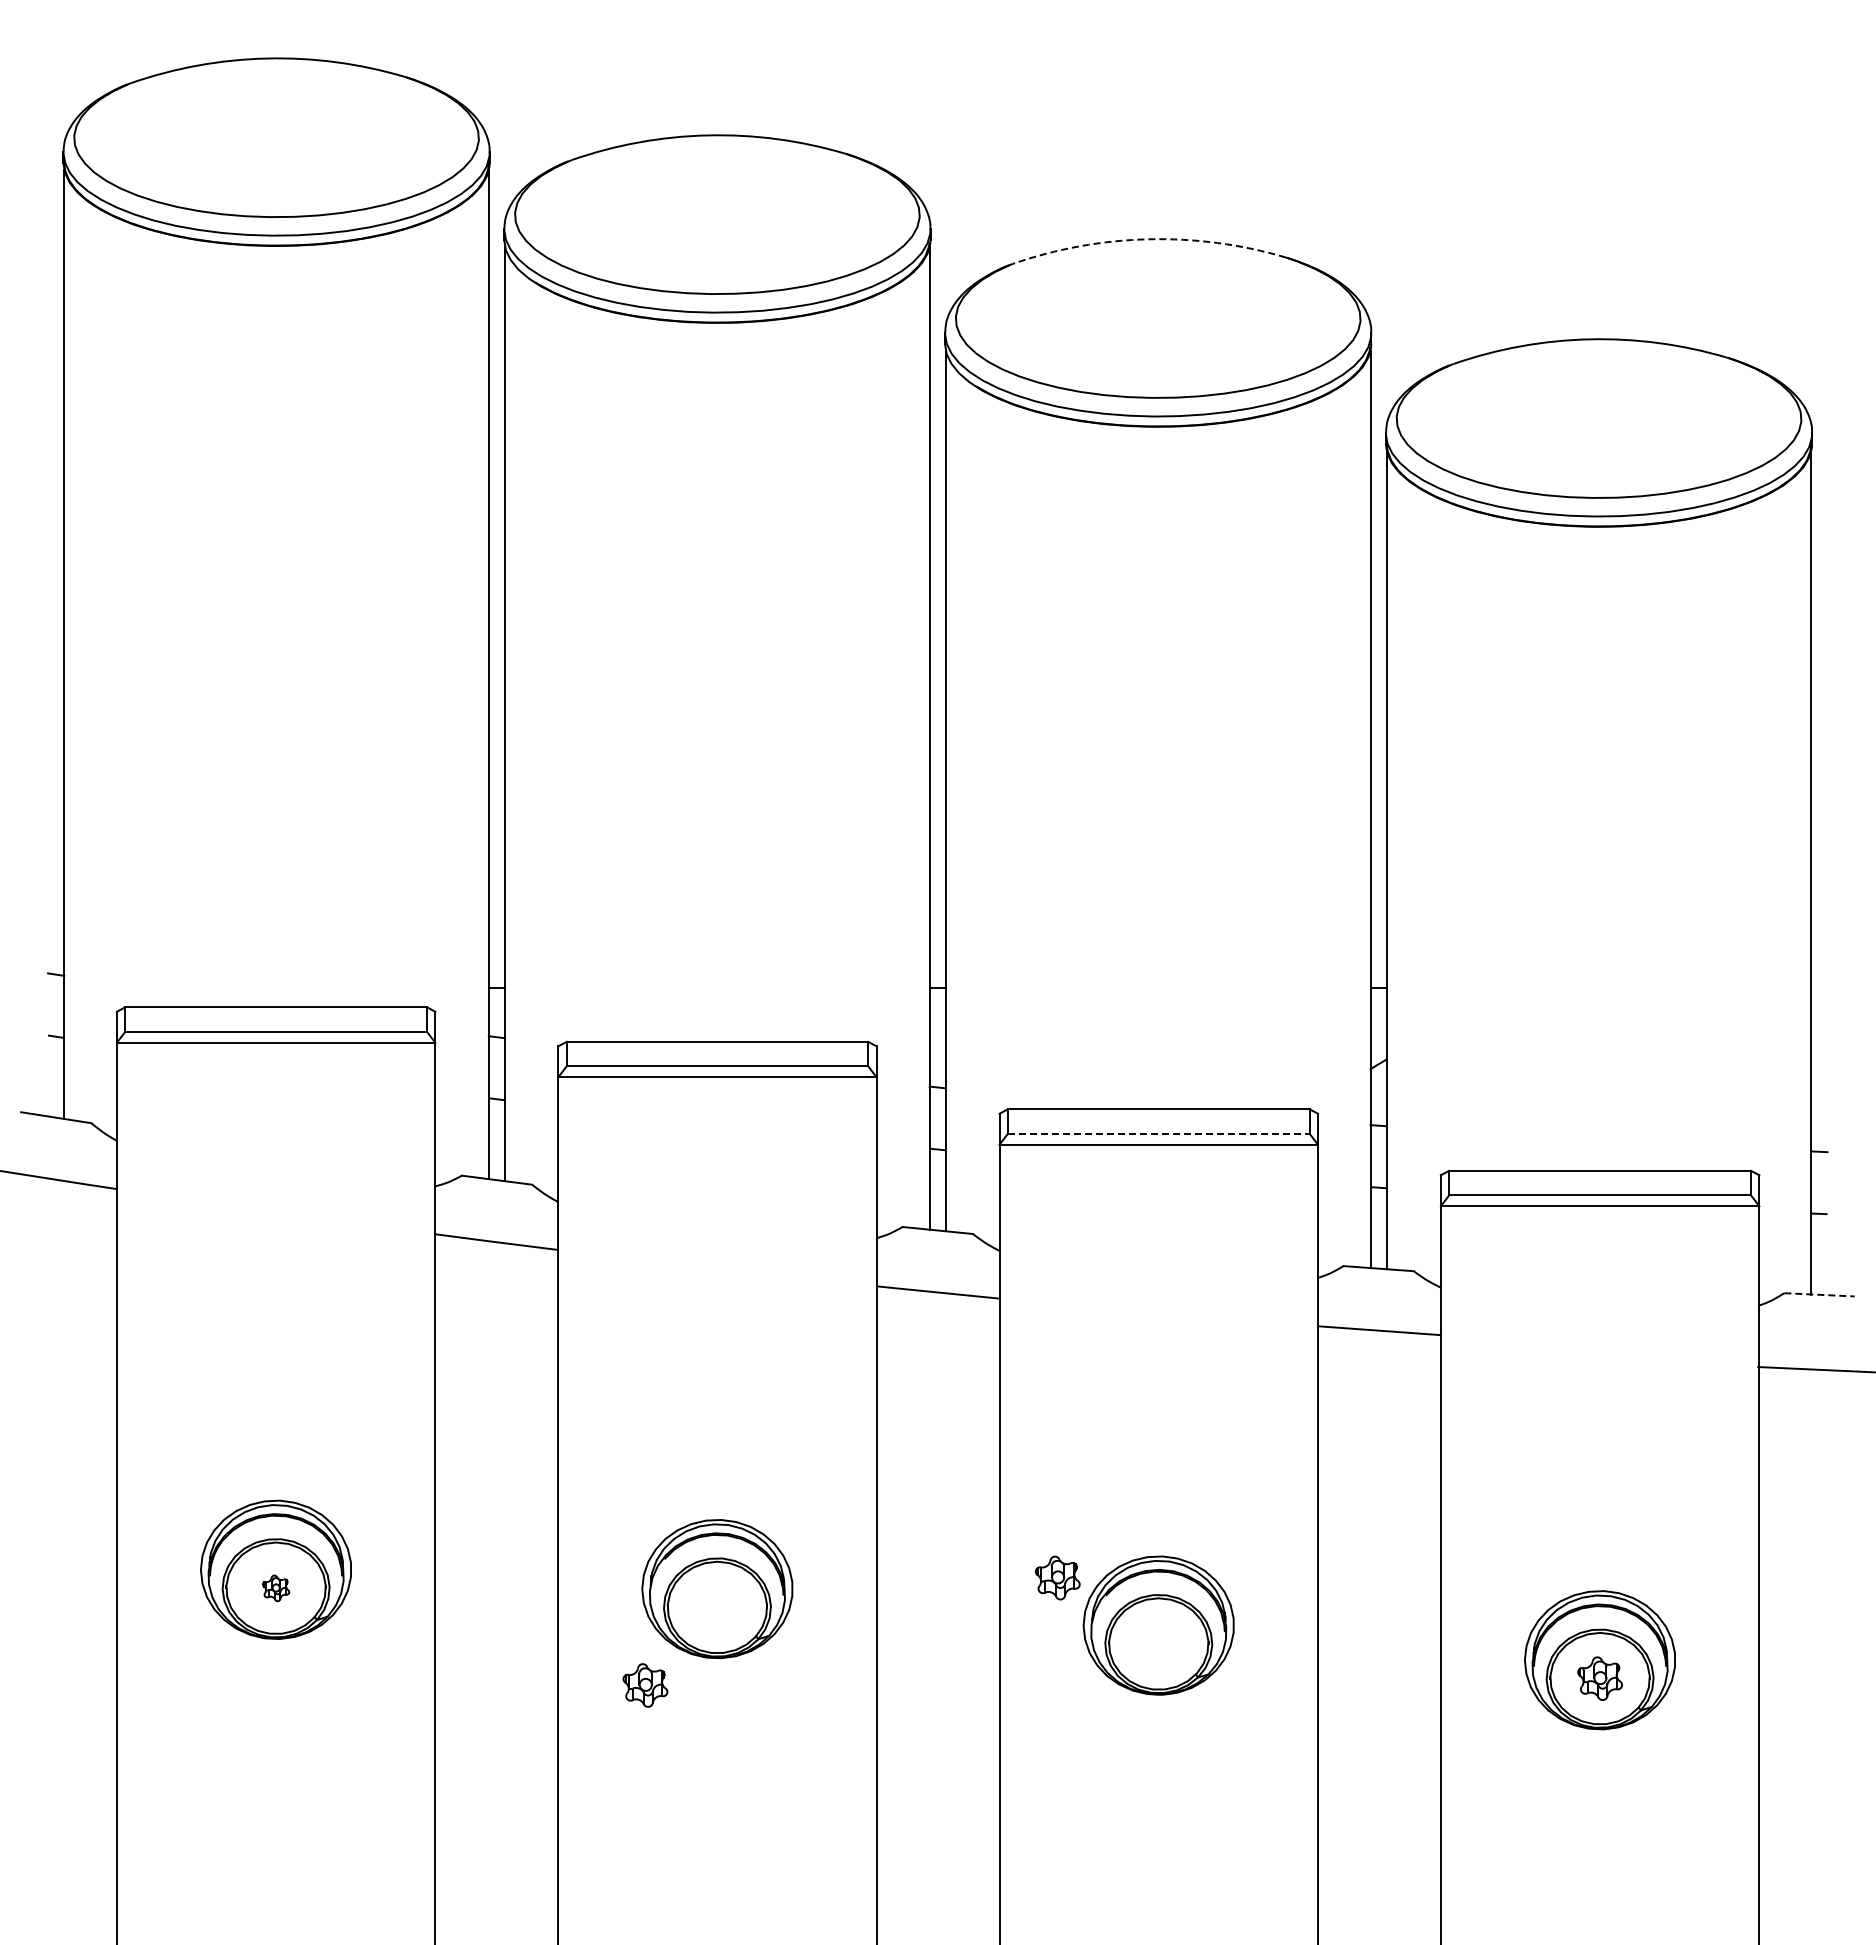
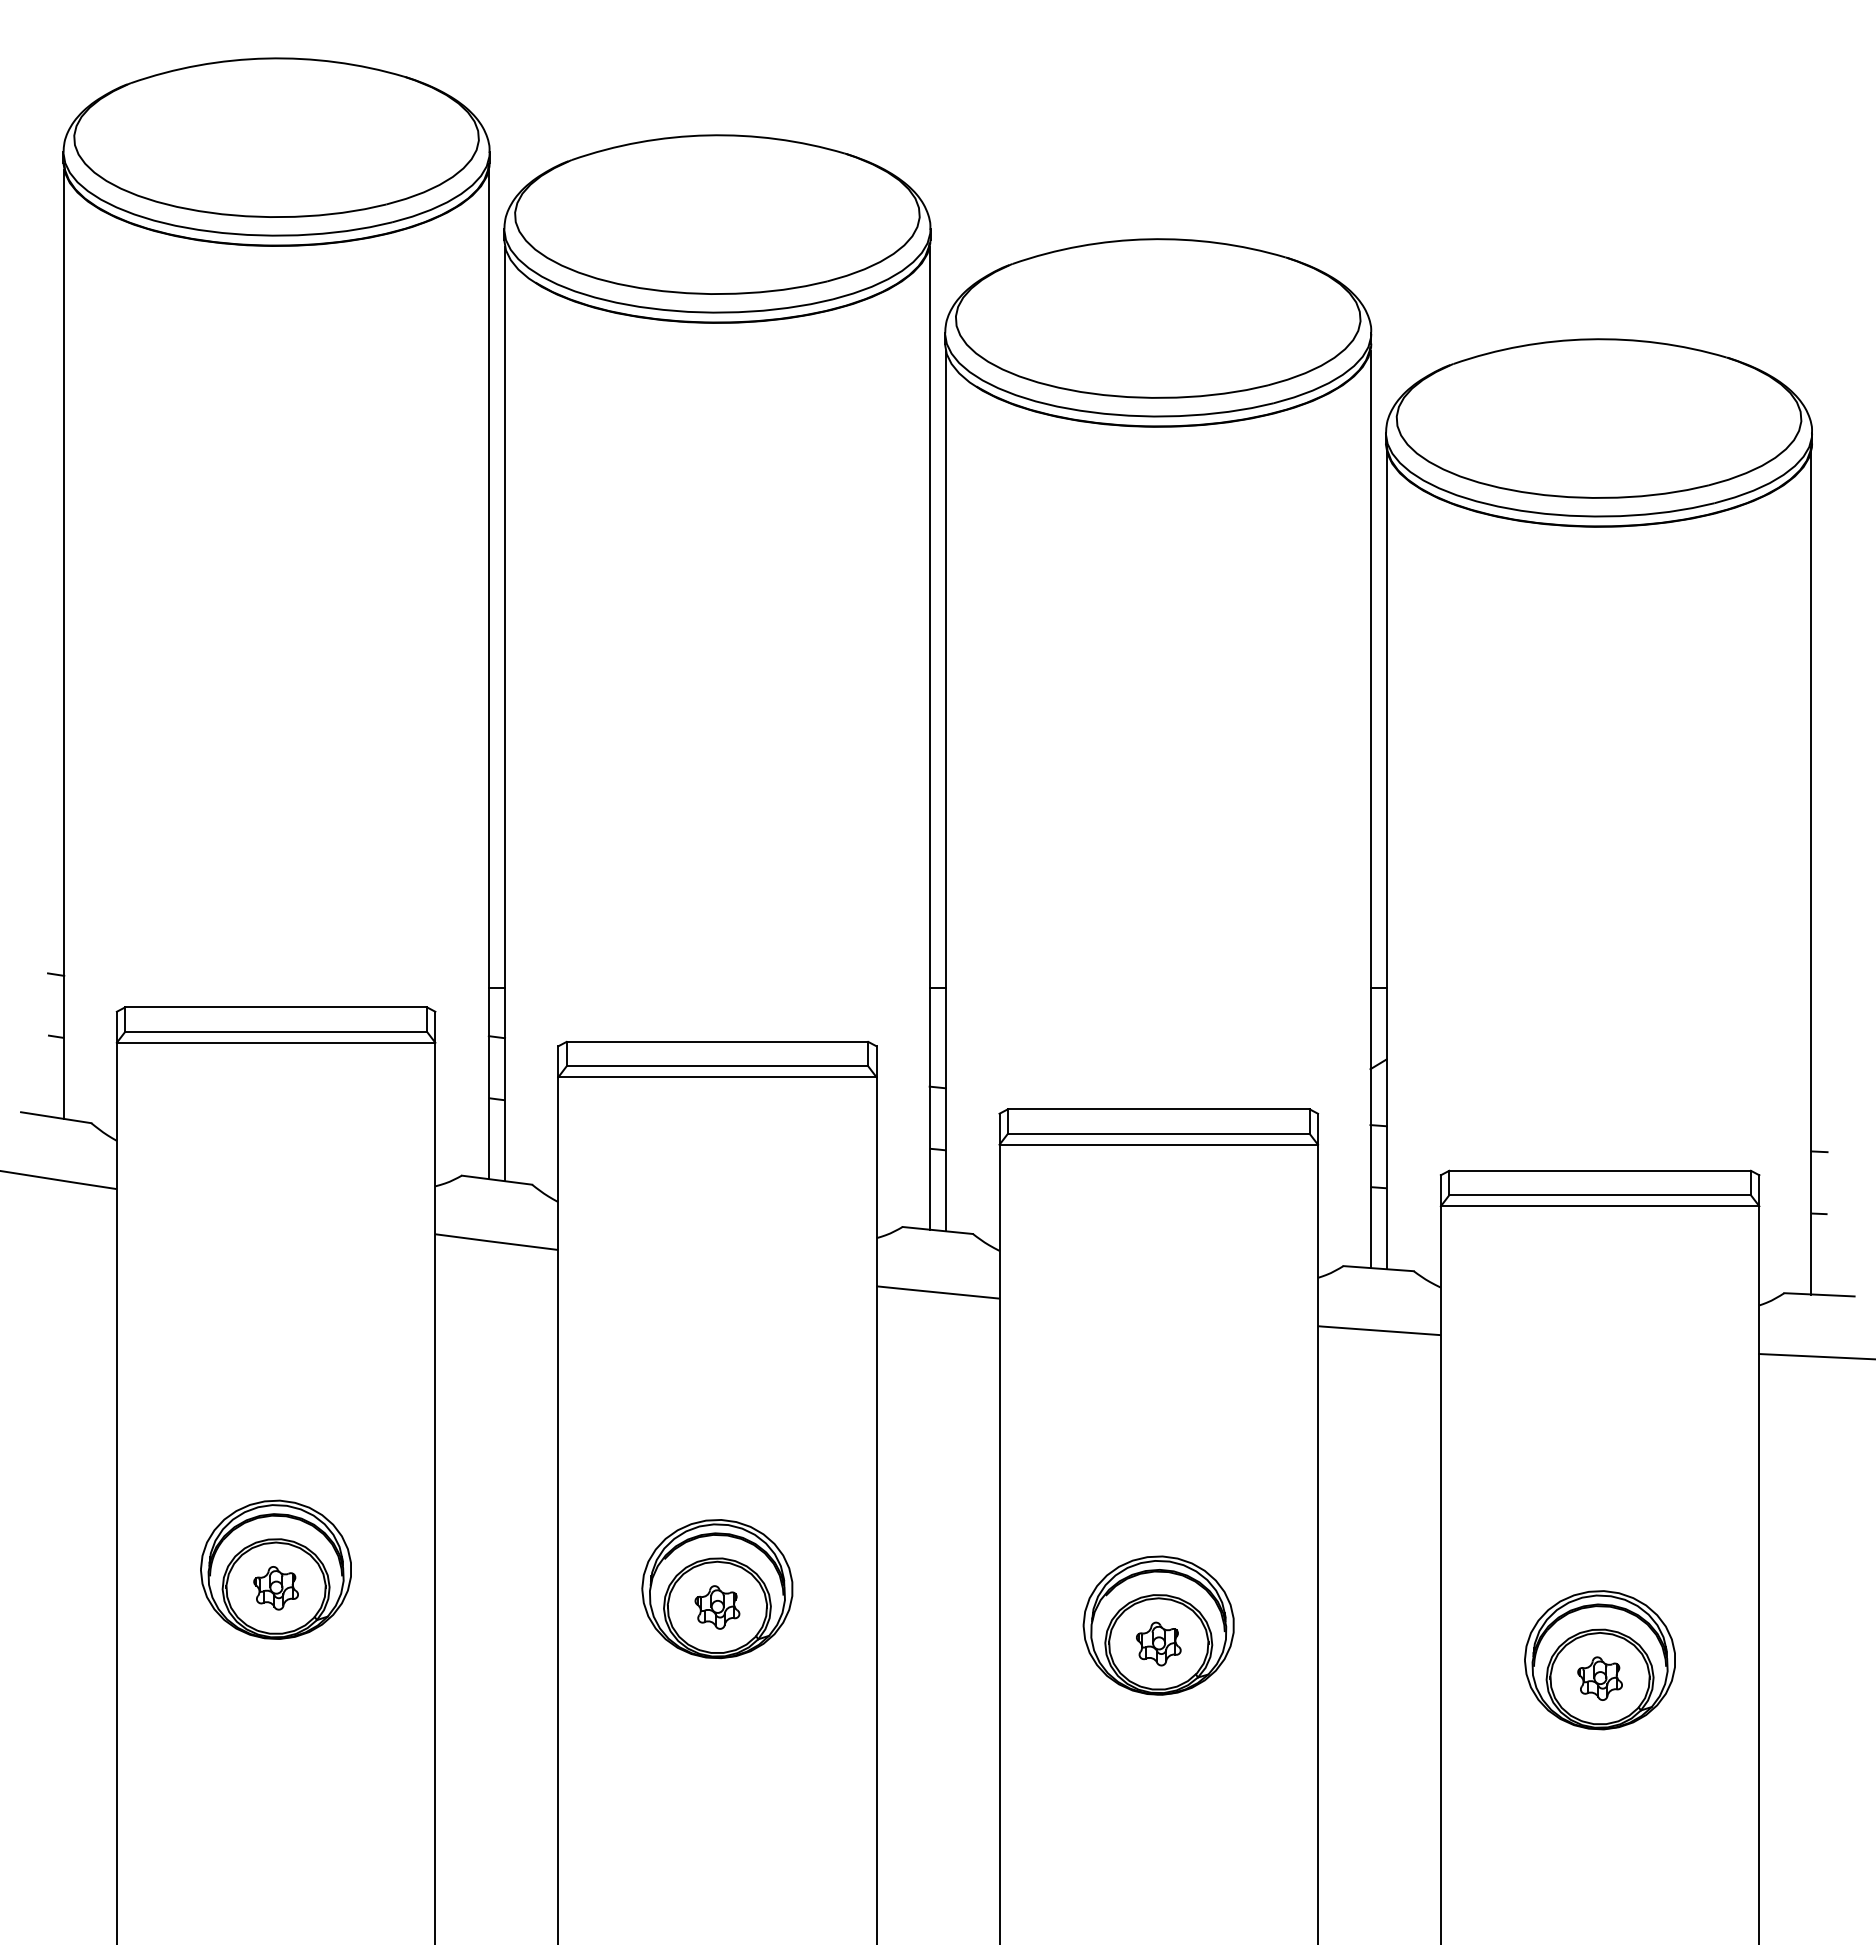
arc at (1148, 239): dashed -> solid
line at (1158, 1133): dashed -> solid
line at (1819, 1294): dashed -> solid
line at (1815, 1369) position: (1815, 1369) -> (1815, 1356)
part at (1057, 1577) position: (1057, 1577) -> (1158, 1643)
part at (276, 1588) size: 29x29 px -> 46x45 px
part at (645, 1685) position: (645, 1685) -> (717, 1607)
